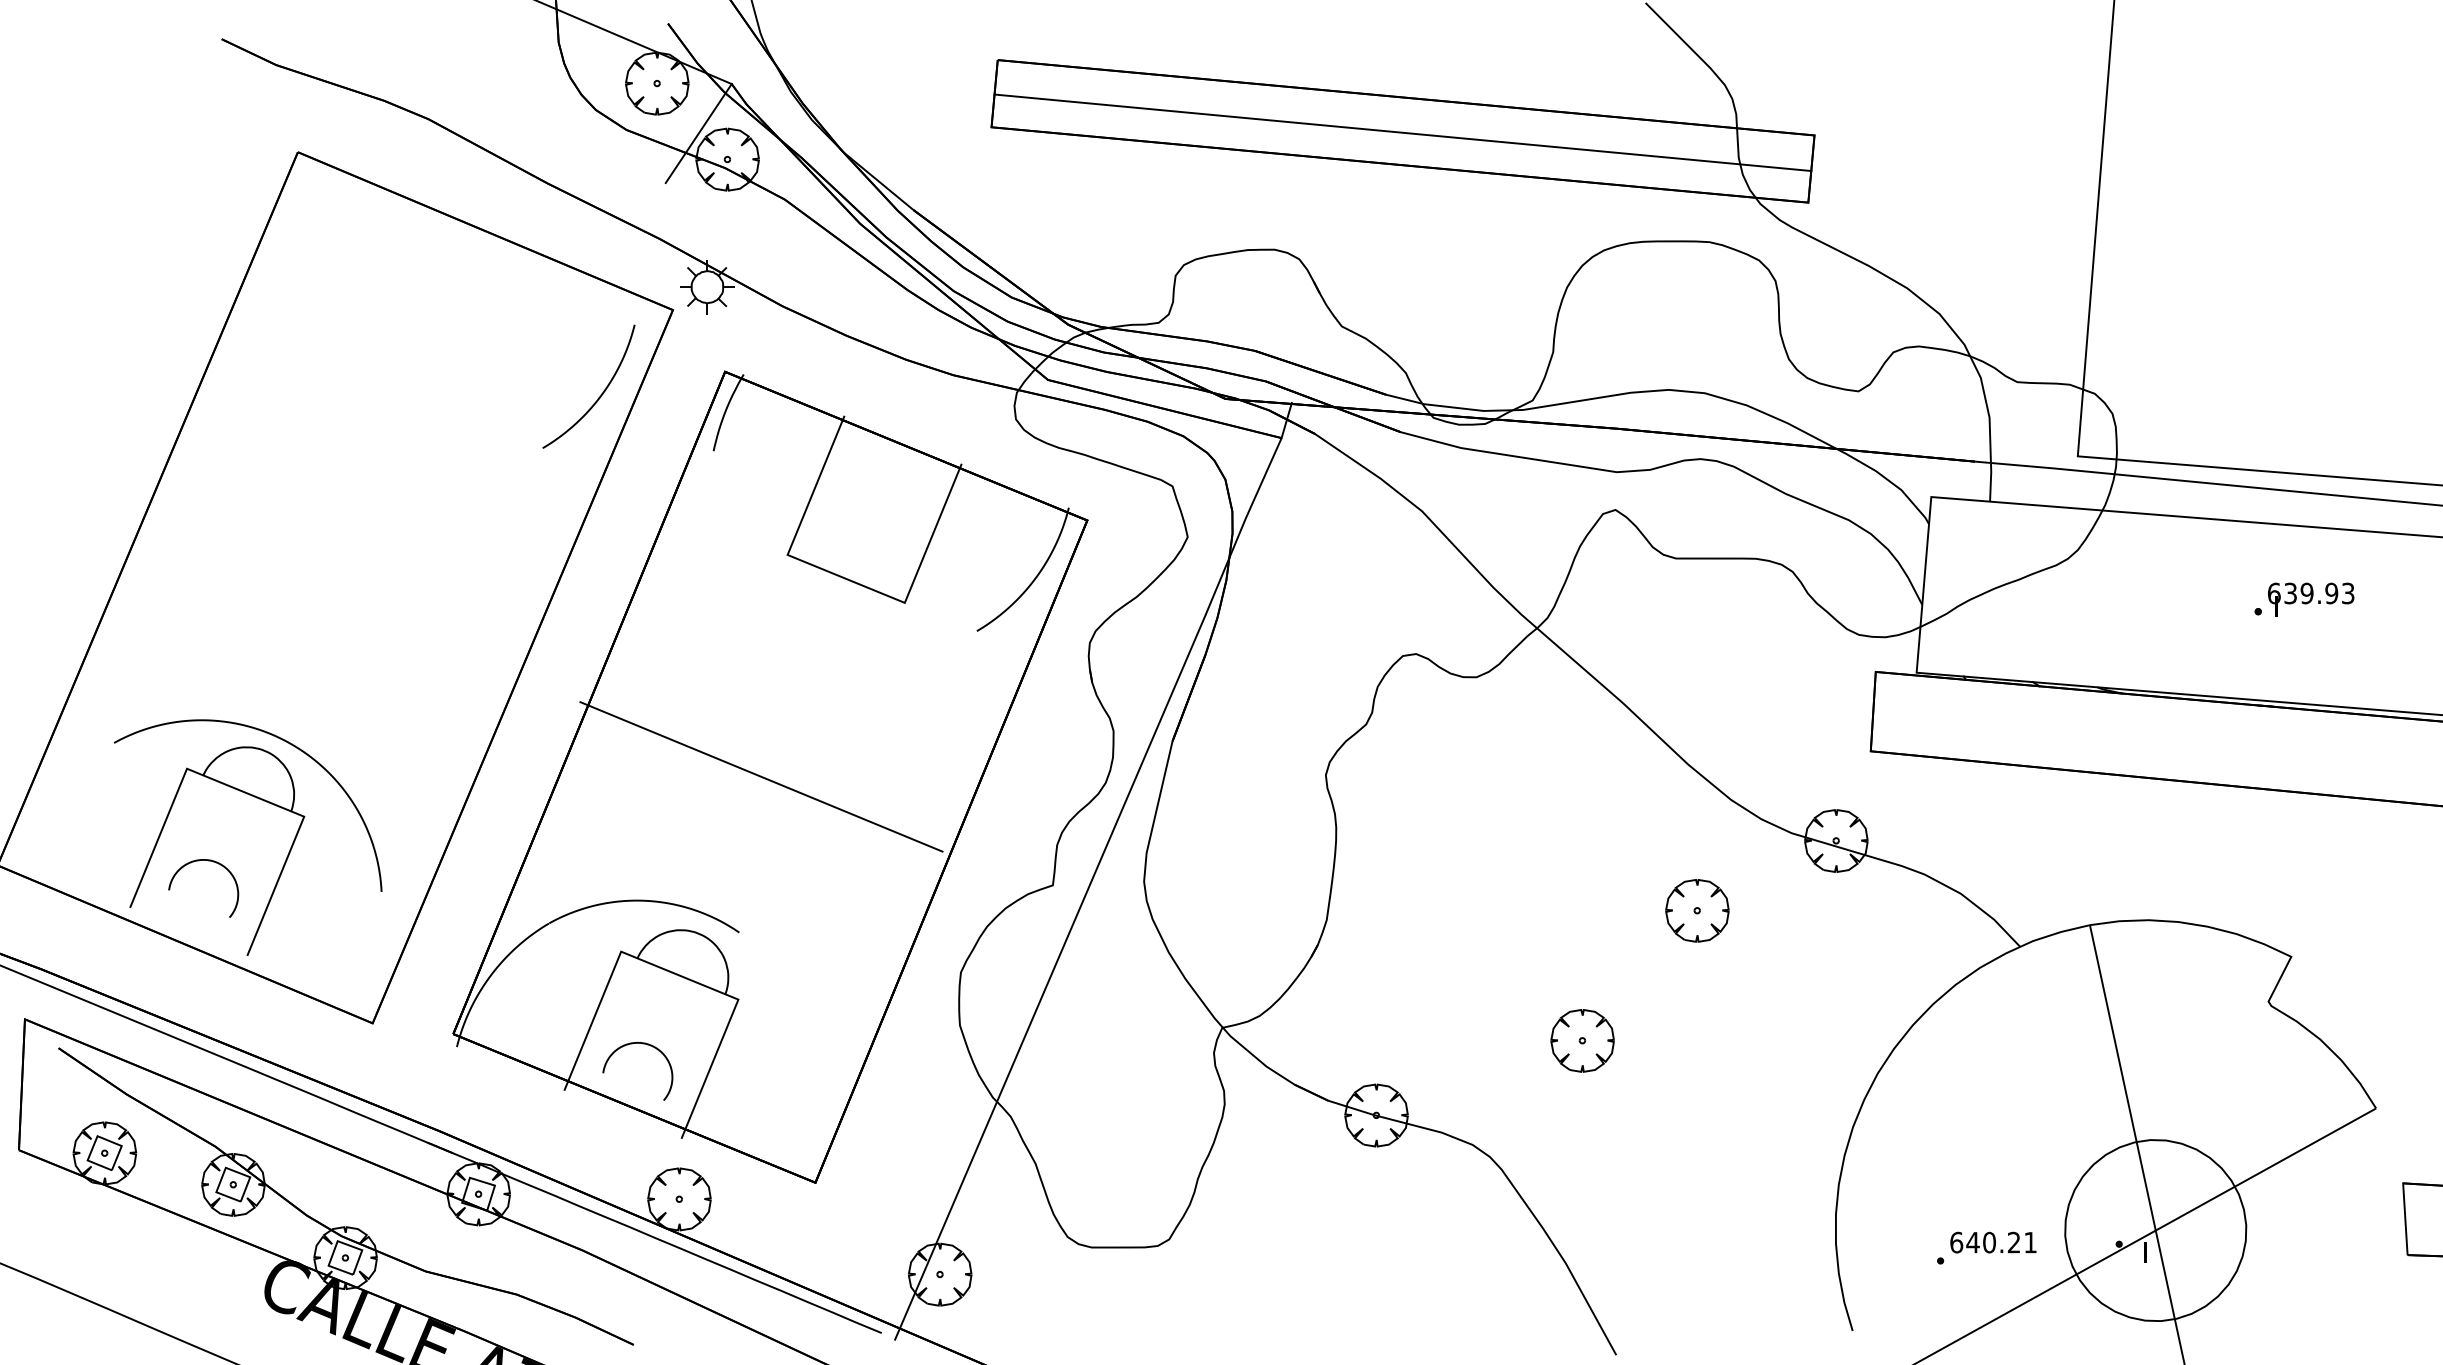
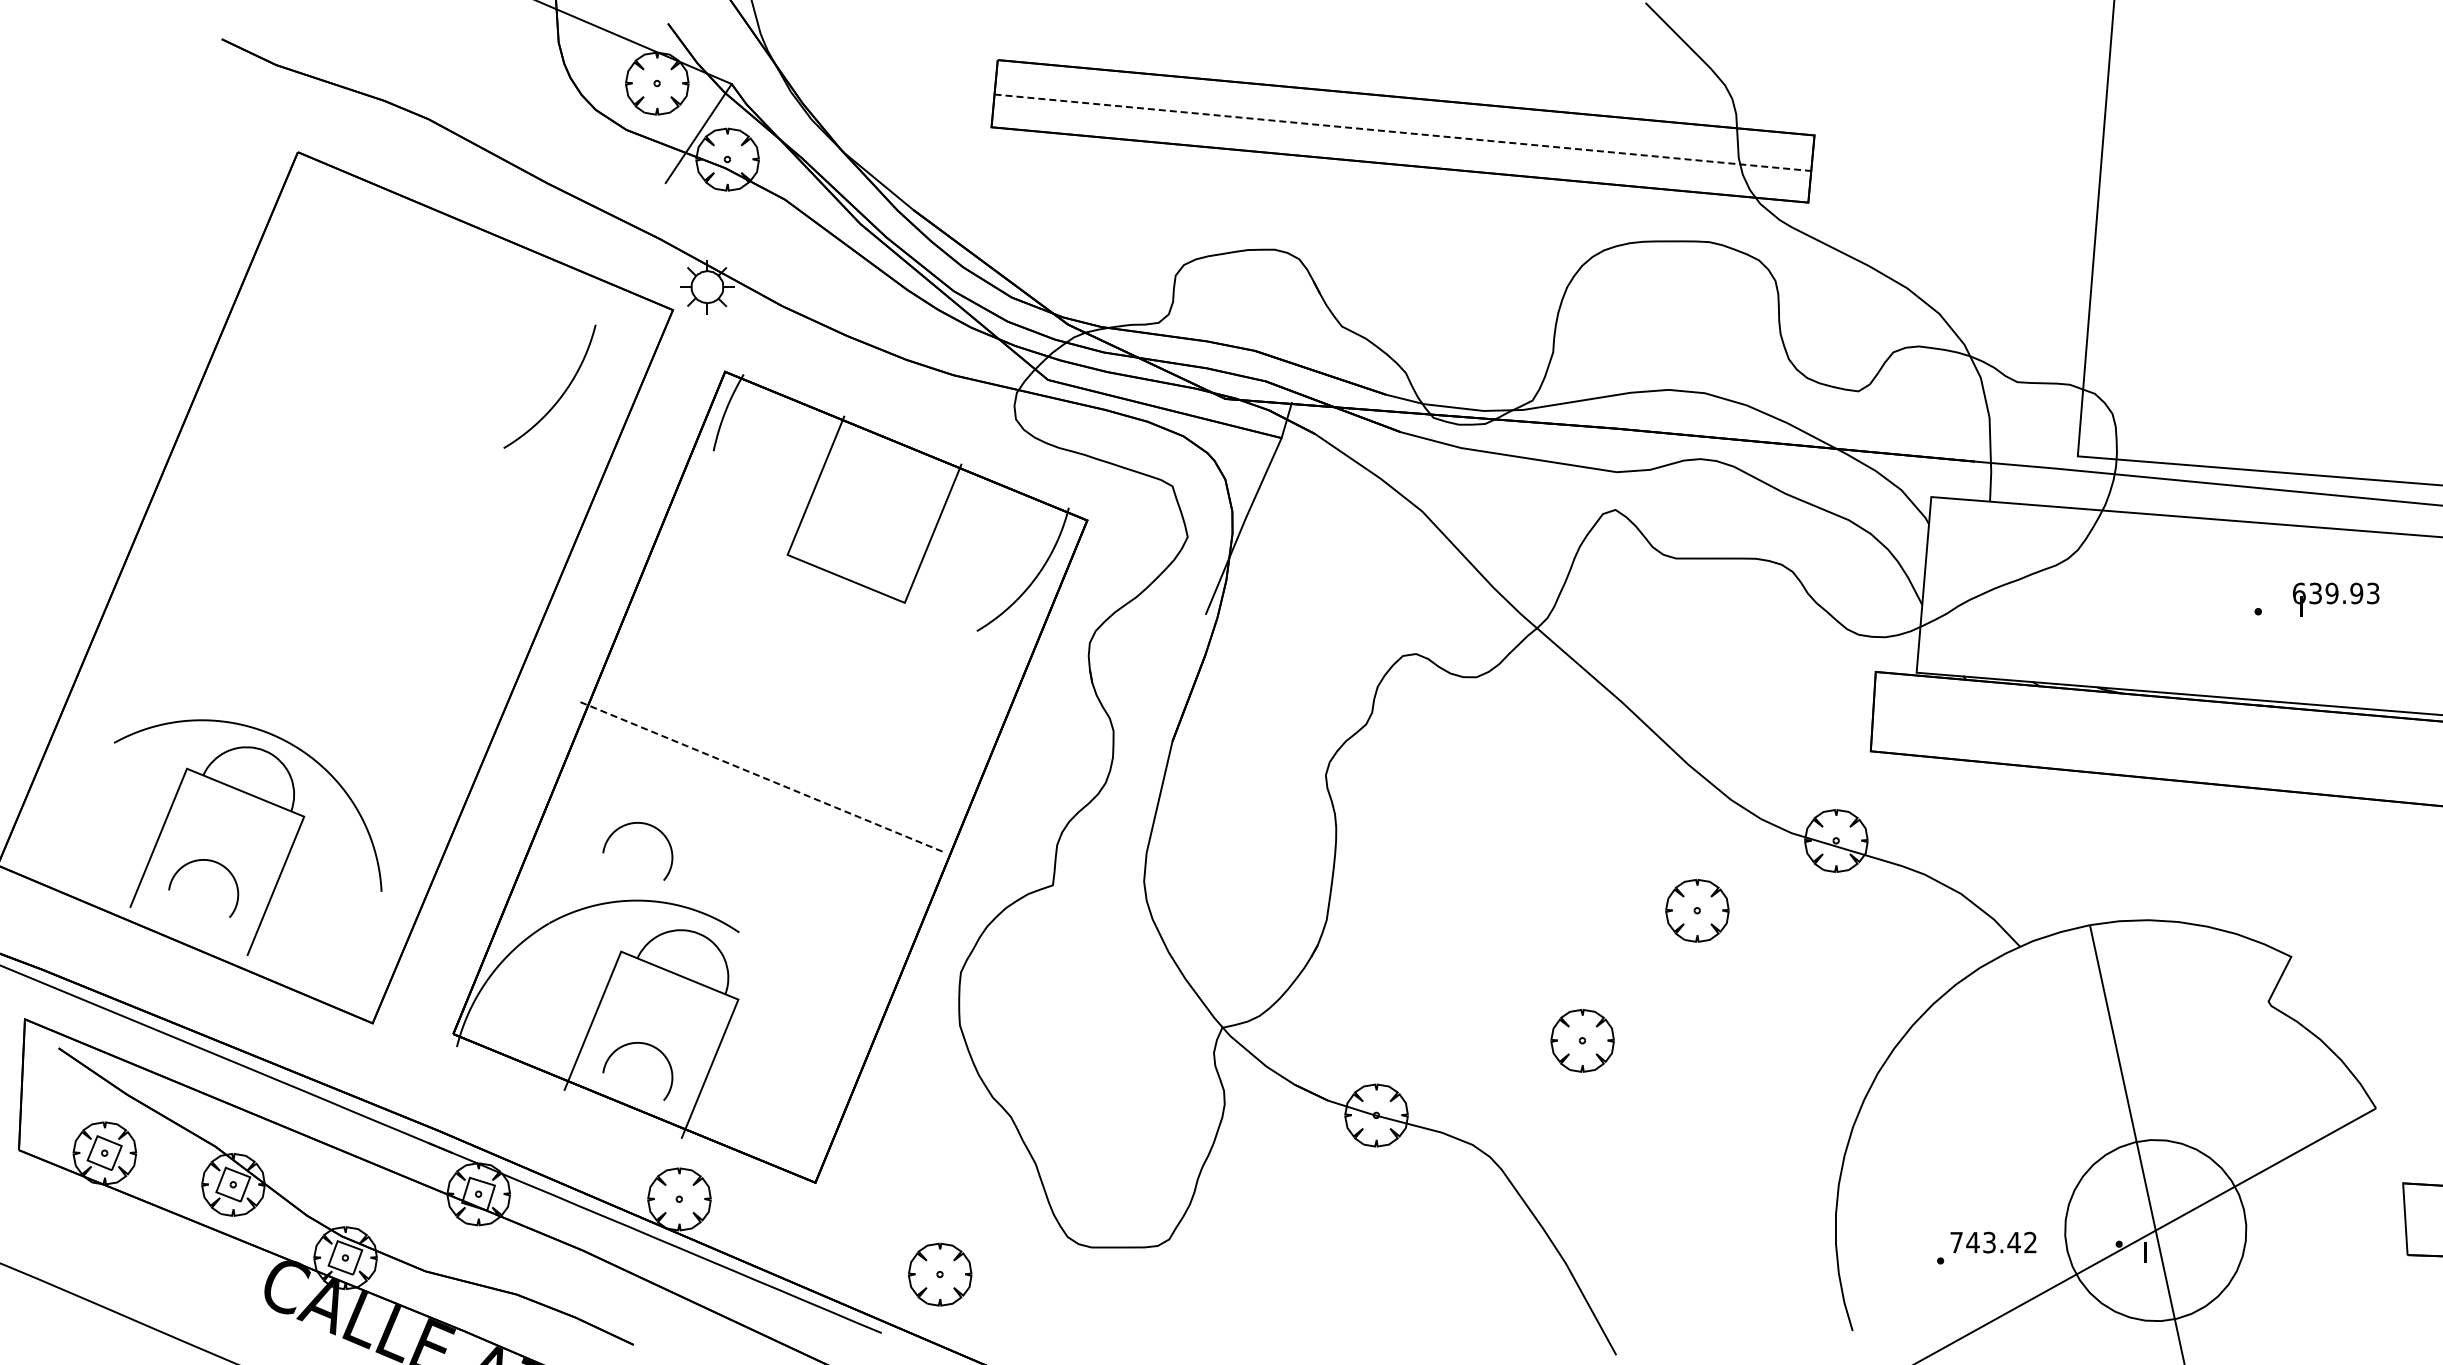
line at (1403, 132): solid -> dashed
curve at (600, 394) position: (600, 394) -> (561, 394)
text at (2311, 599) position: (2311, 599) -> (2336, 599)
line at (761, 776): solid -> dashed
curve at (632, 824): none -> present
line at (1050, 976): present -> none
text at (1993, 1242): 640.21 -> 743.42
